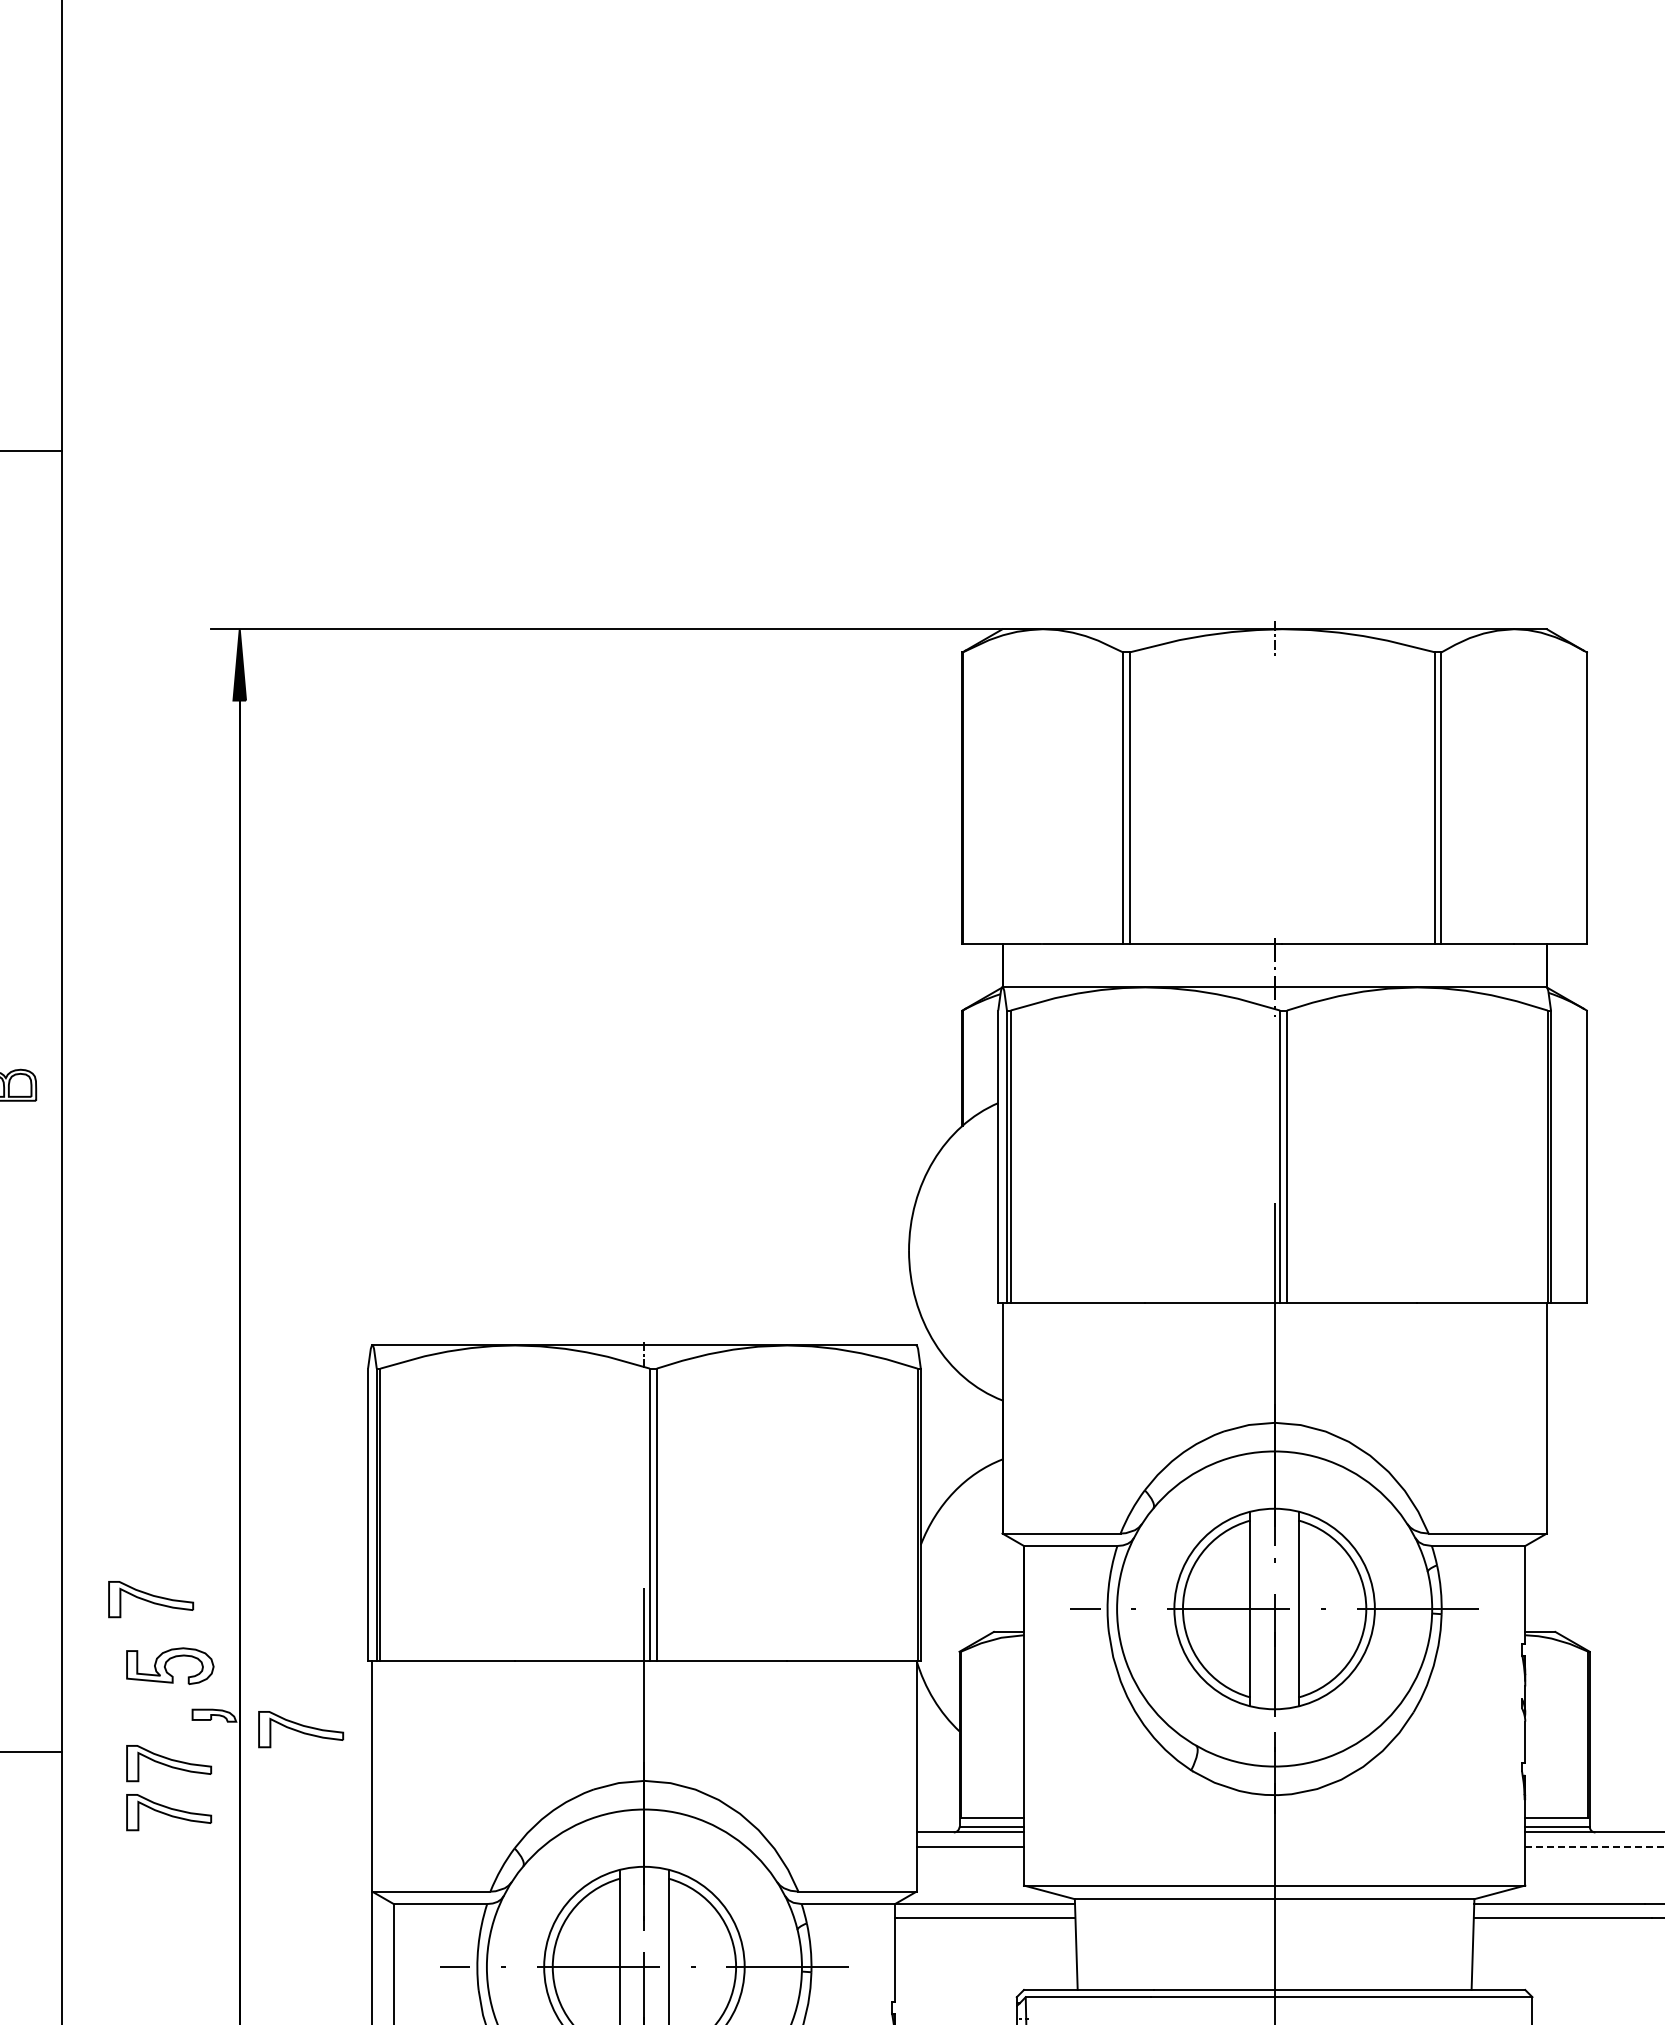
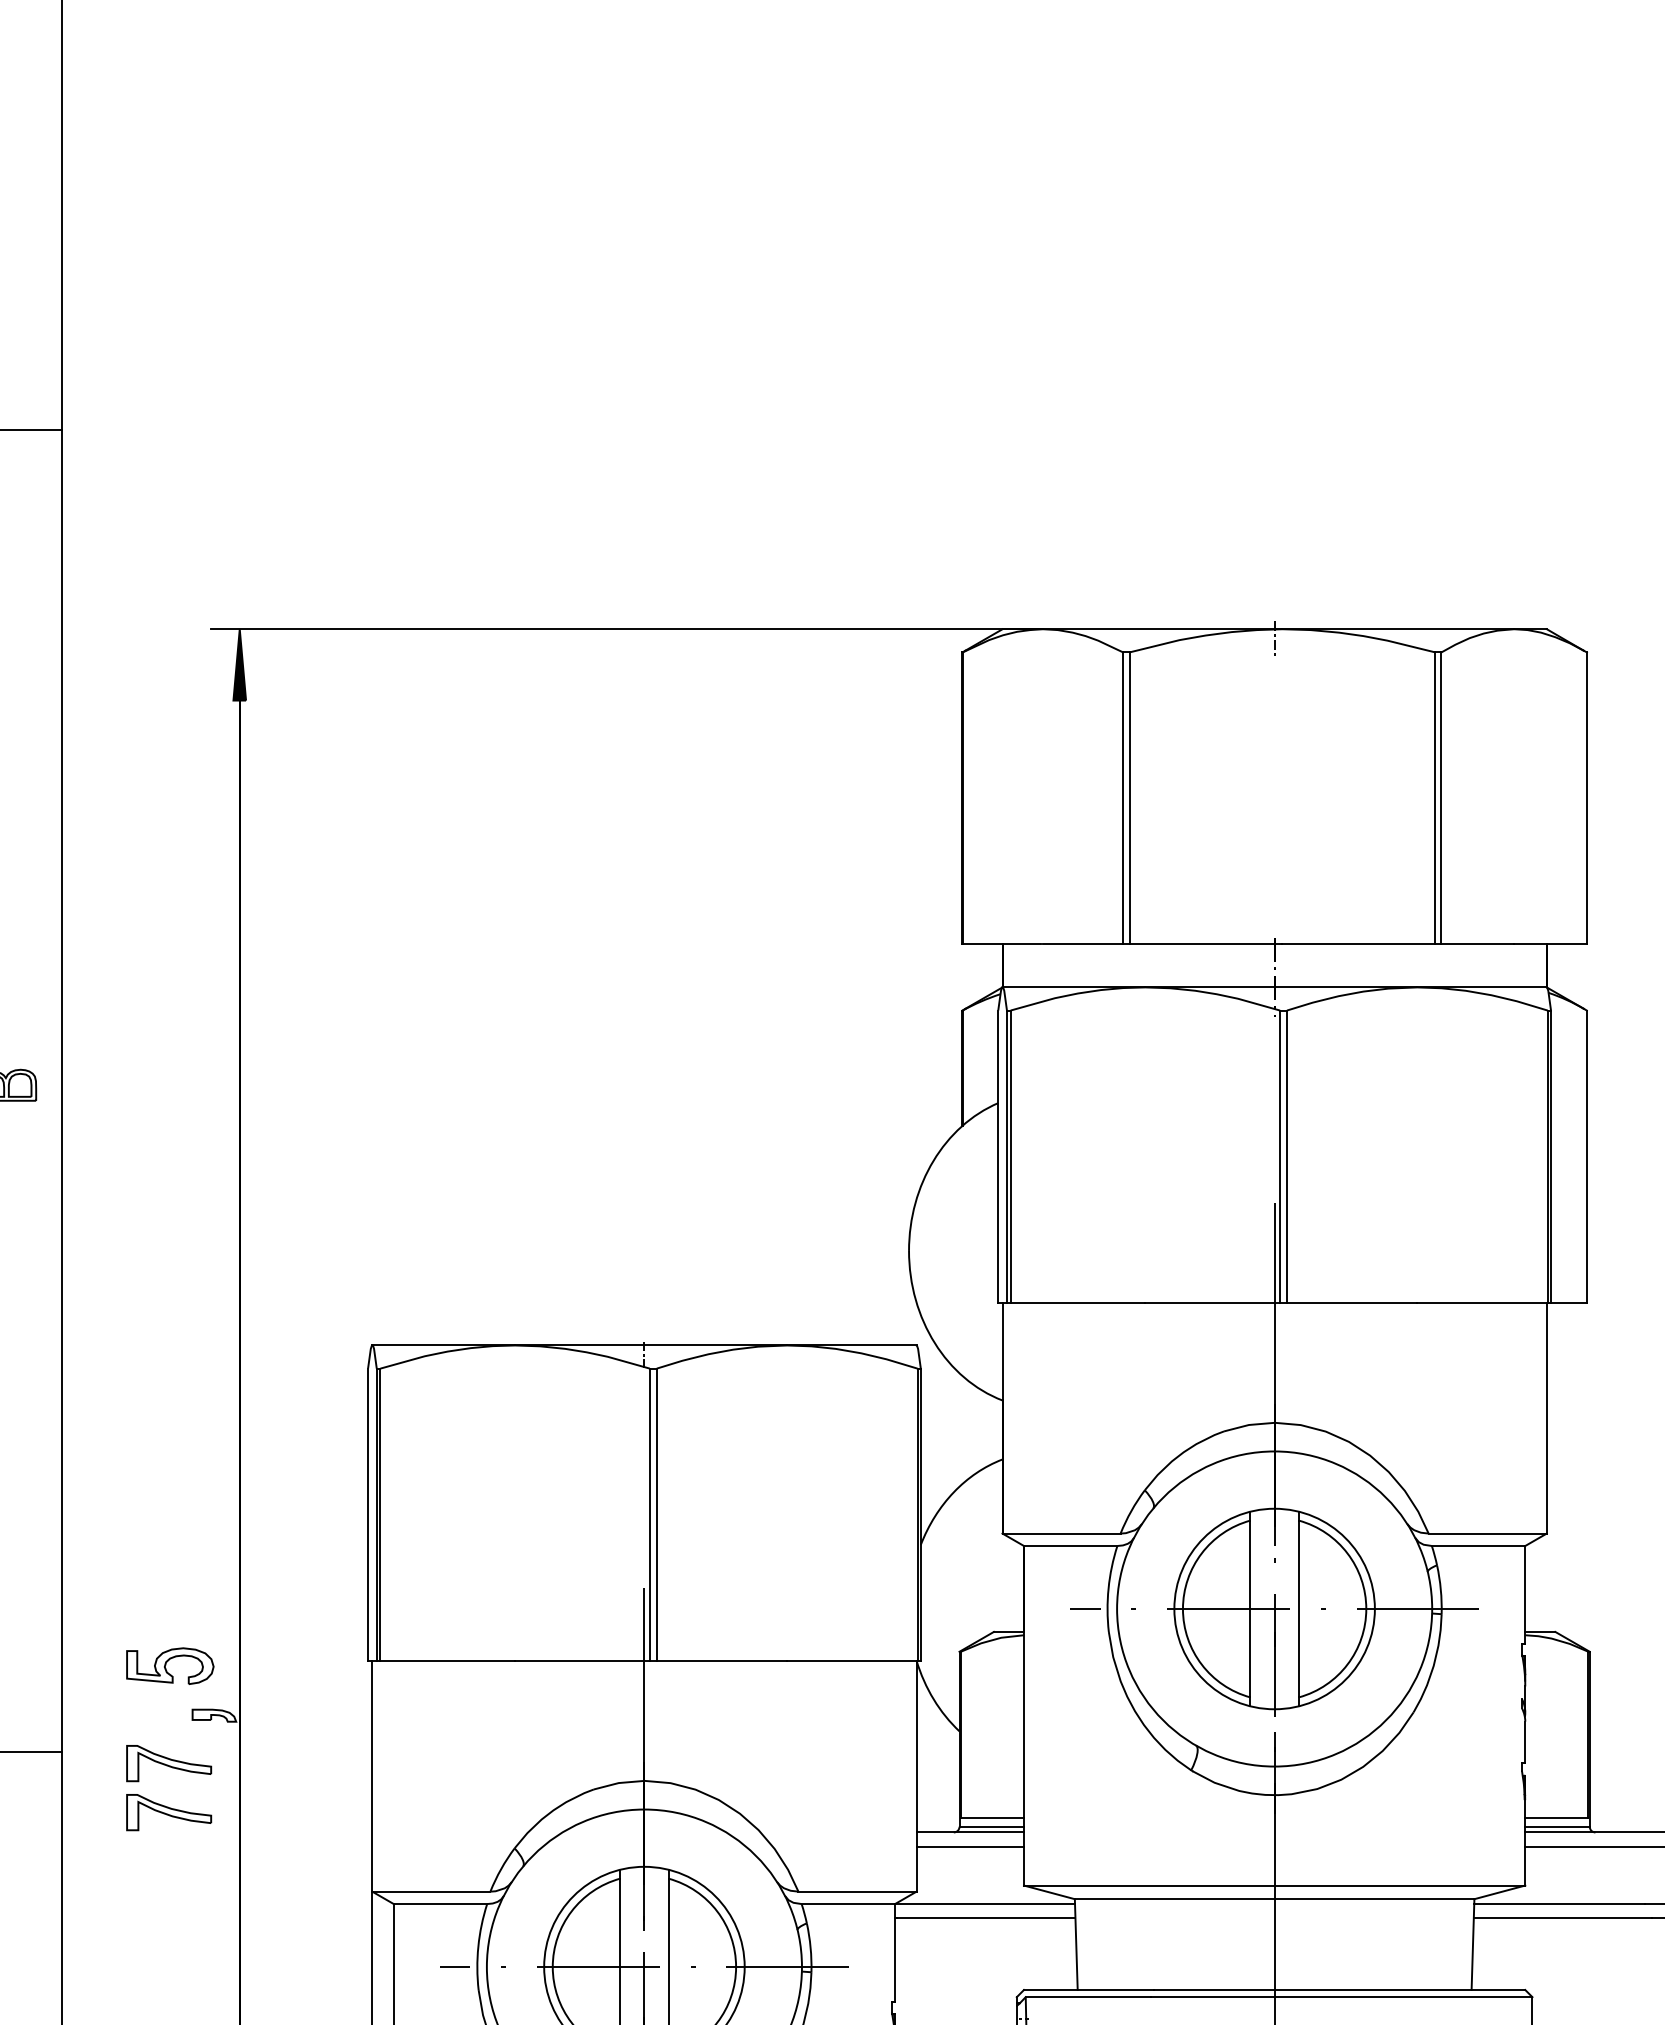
line at (32, 450) position: (32, 450) -> (32, 429)
part at (151, 1599): present -> none
part at (301, 1729): present -> none
line at (1595, 1846): dashed -> solid
